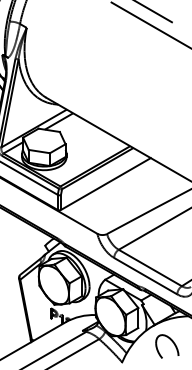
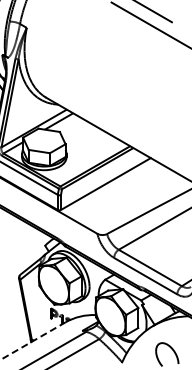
line at (32, 341): solid -> dashed
part at (173, 344) position: (173, 344) -> (173, 352)
